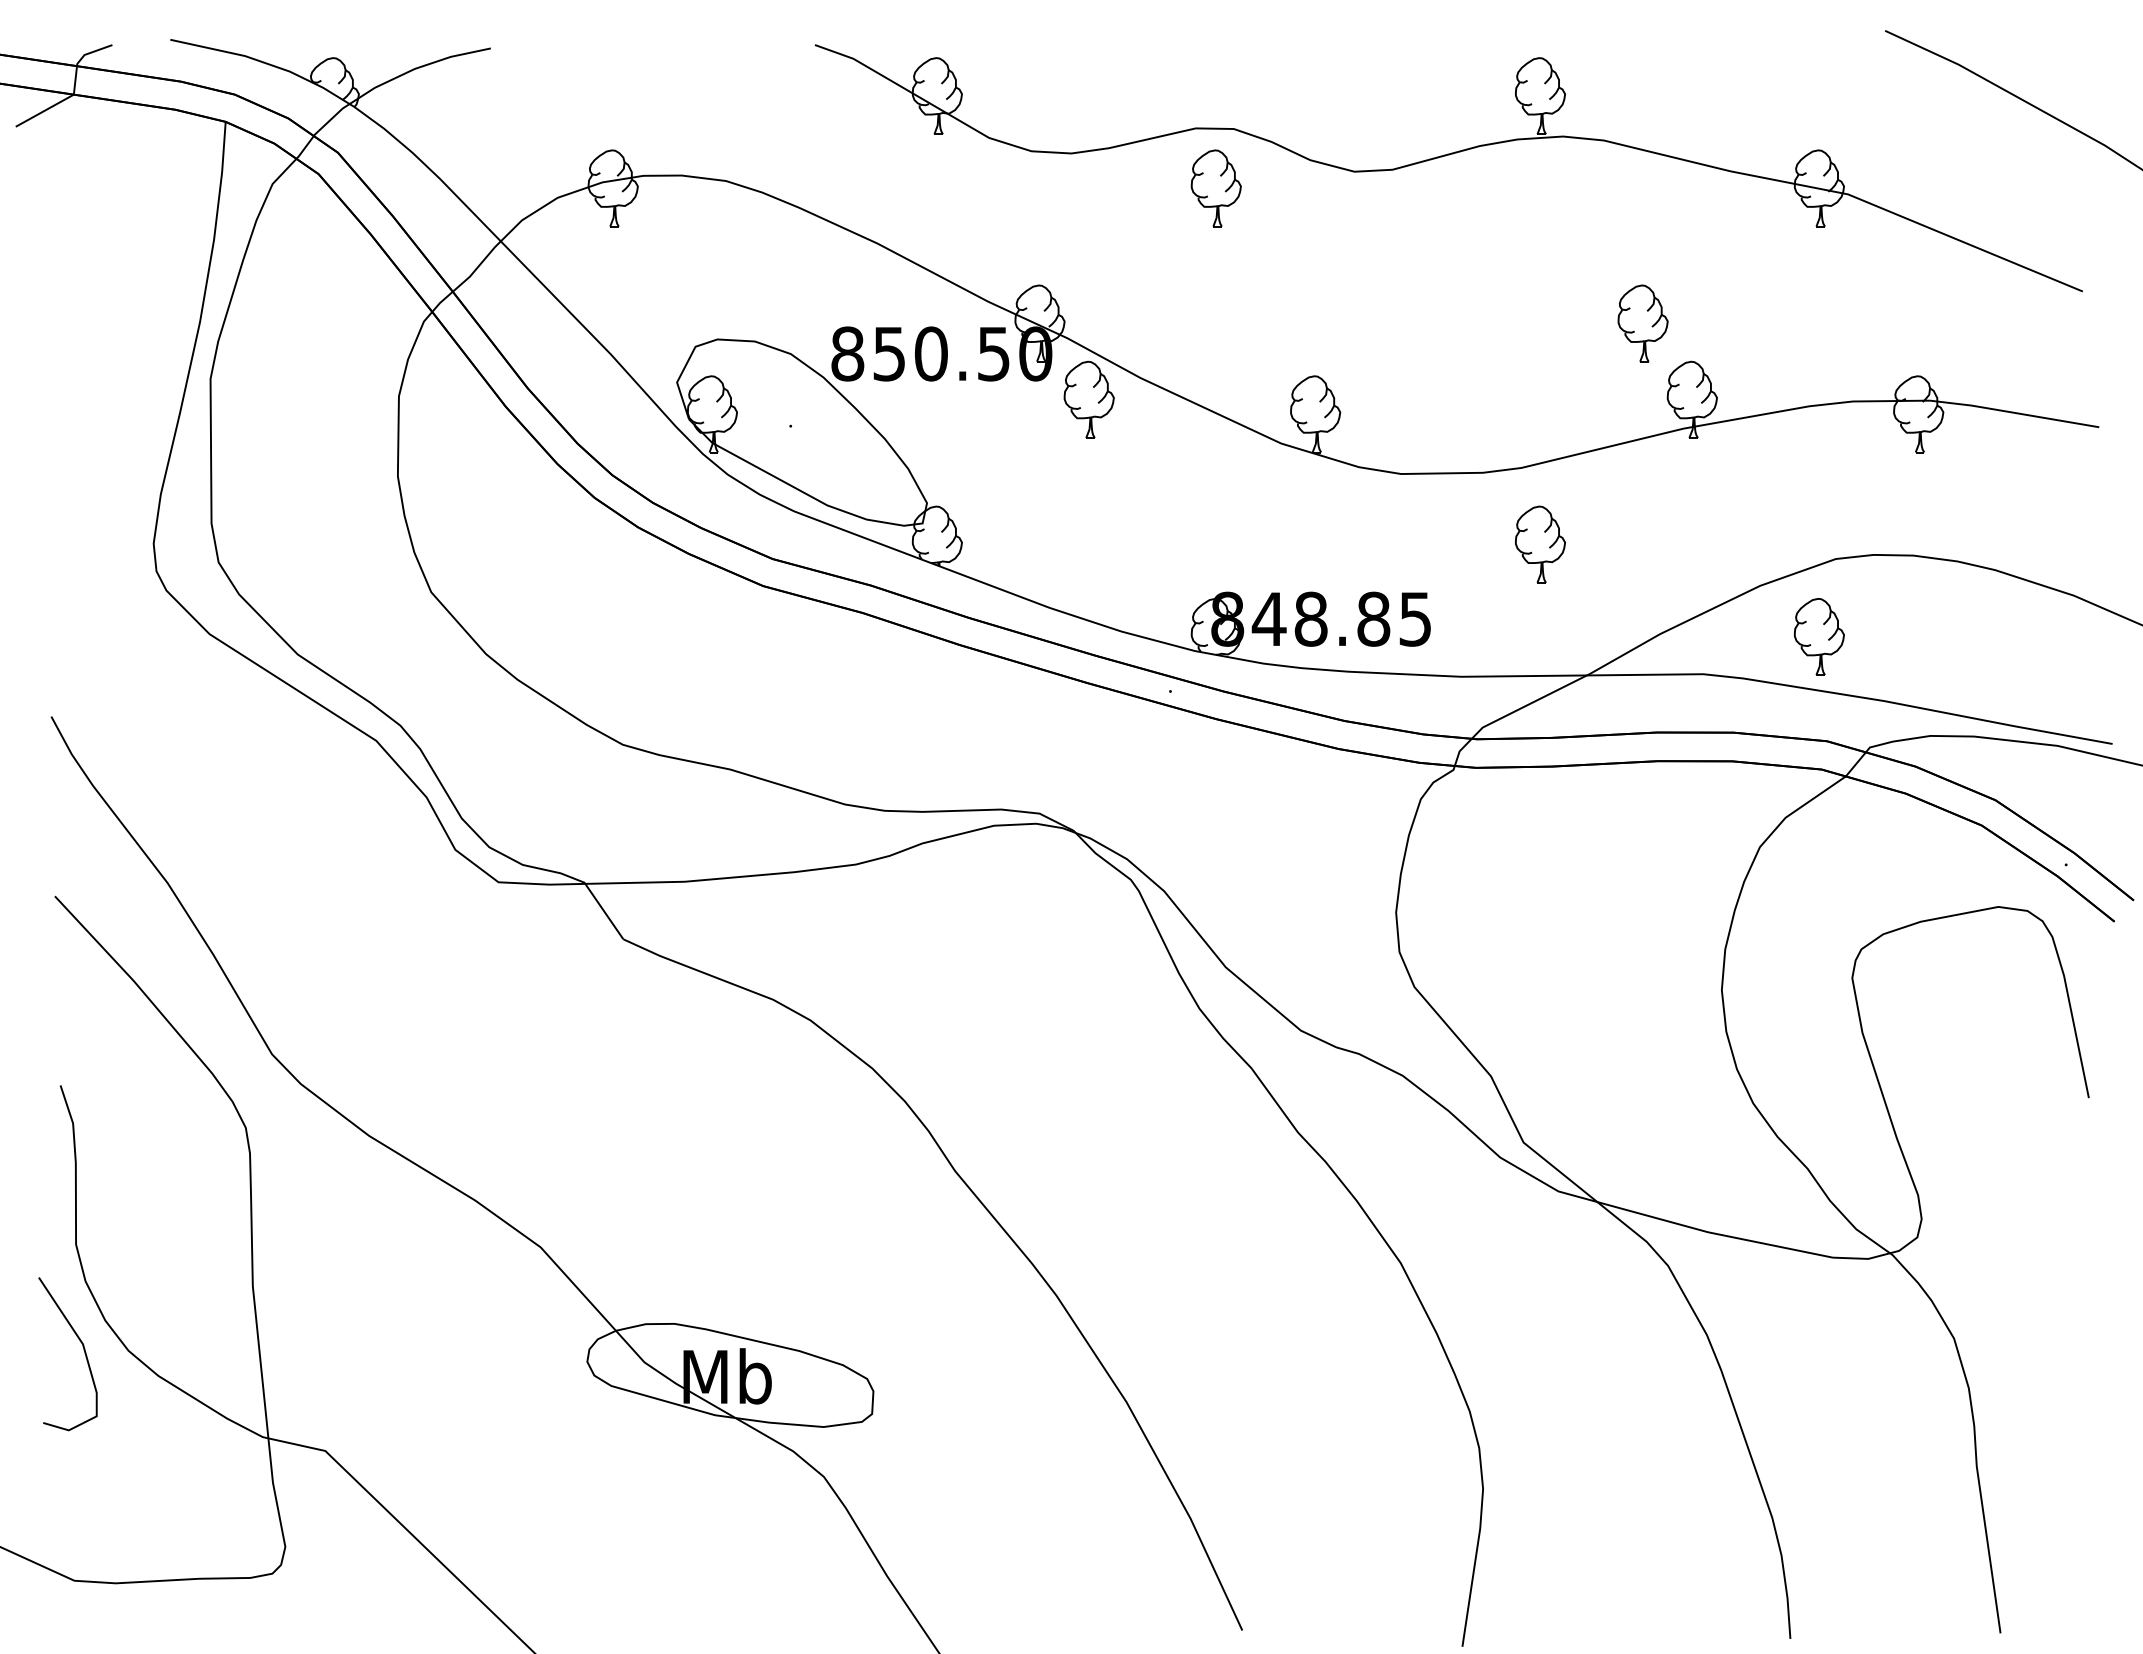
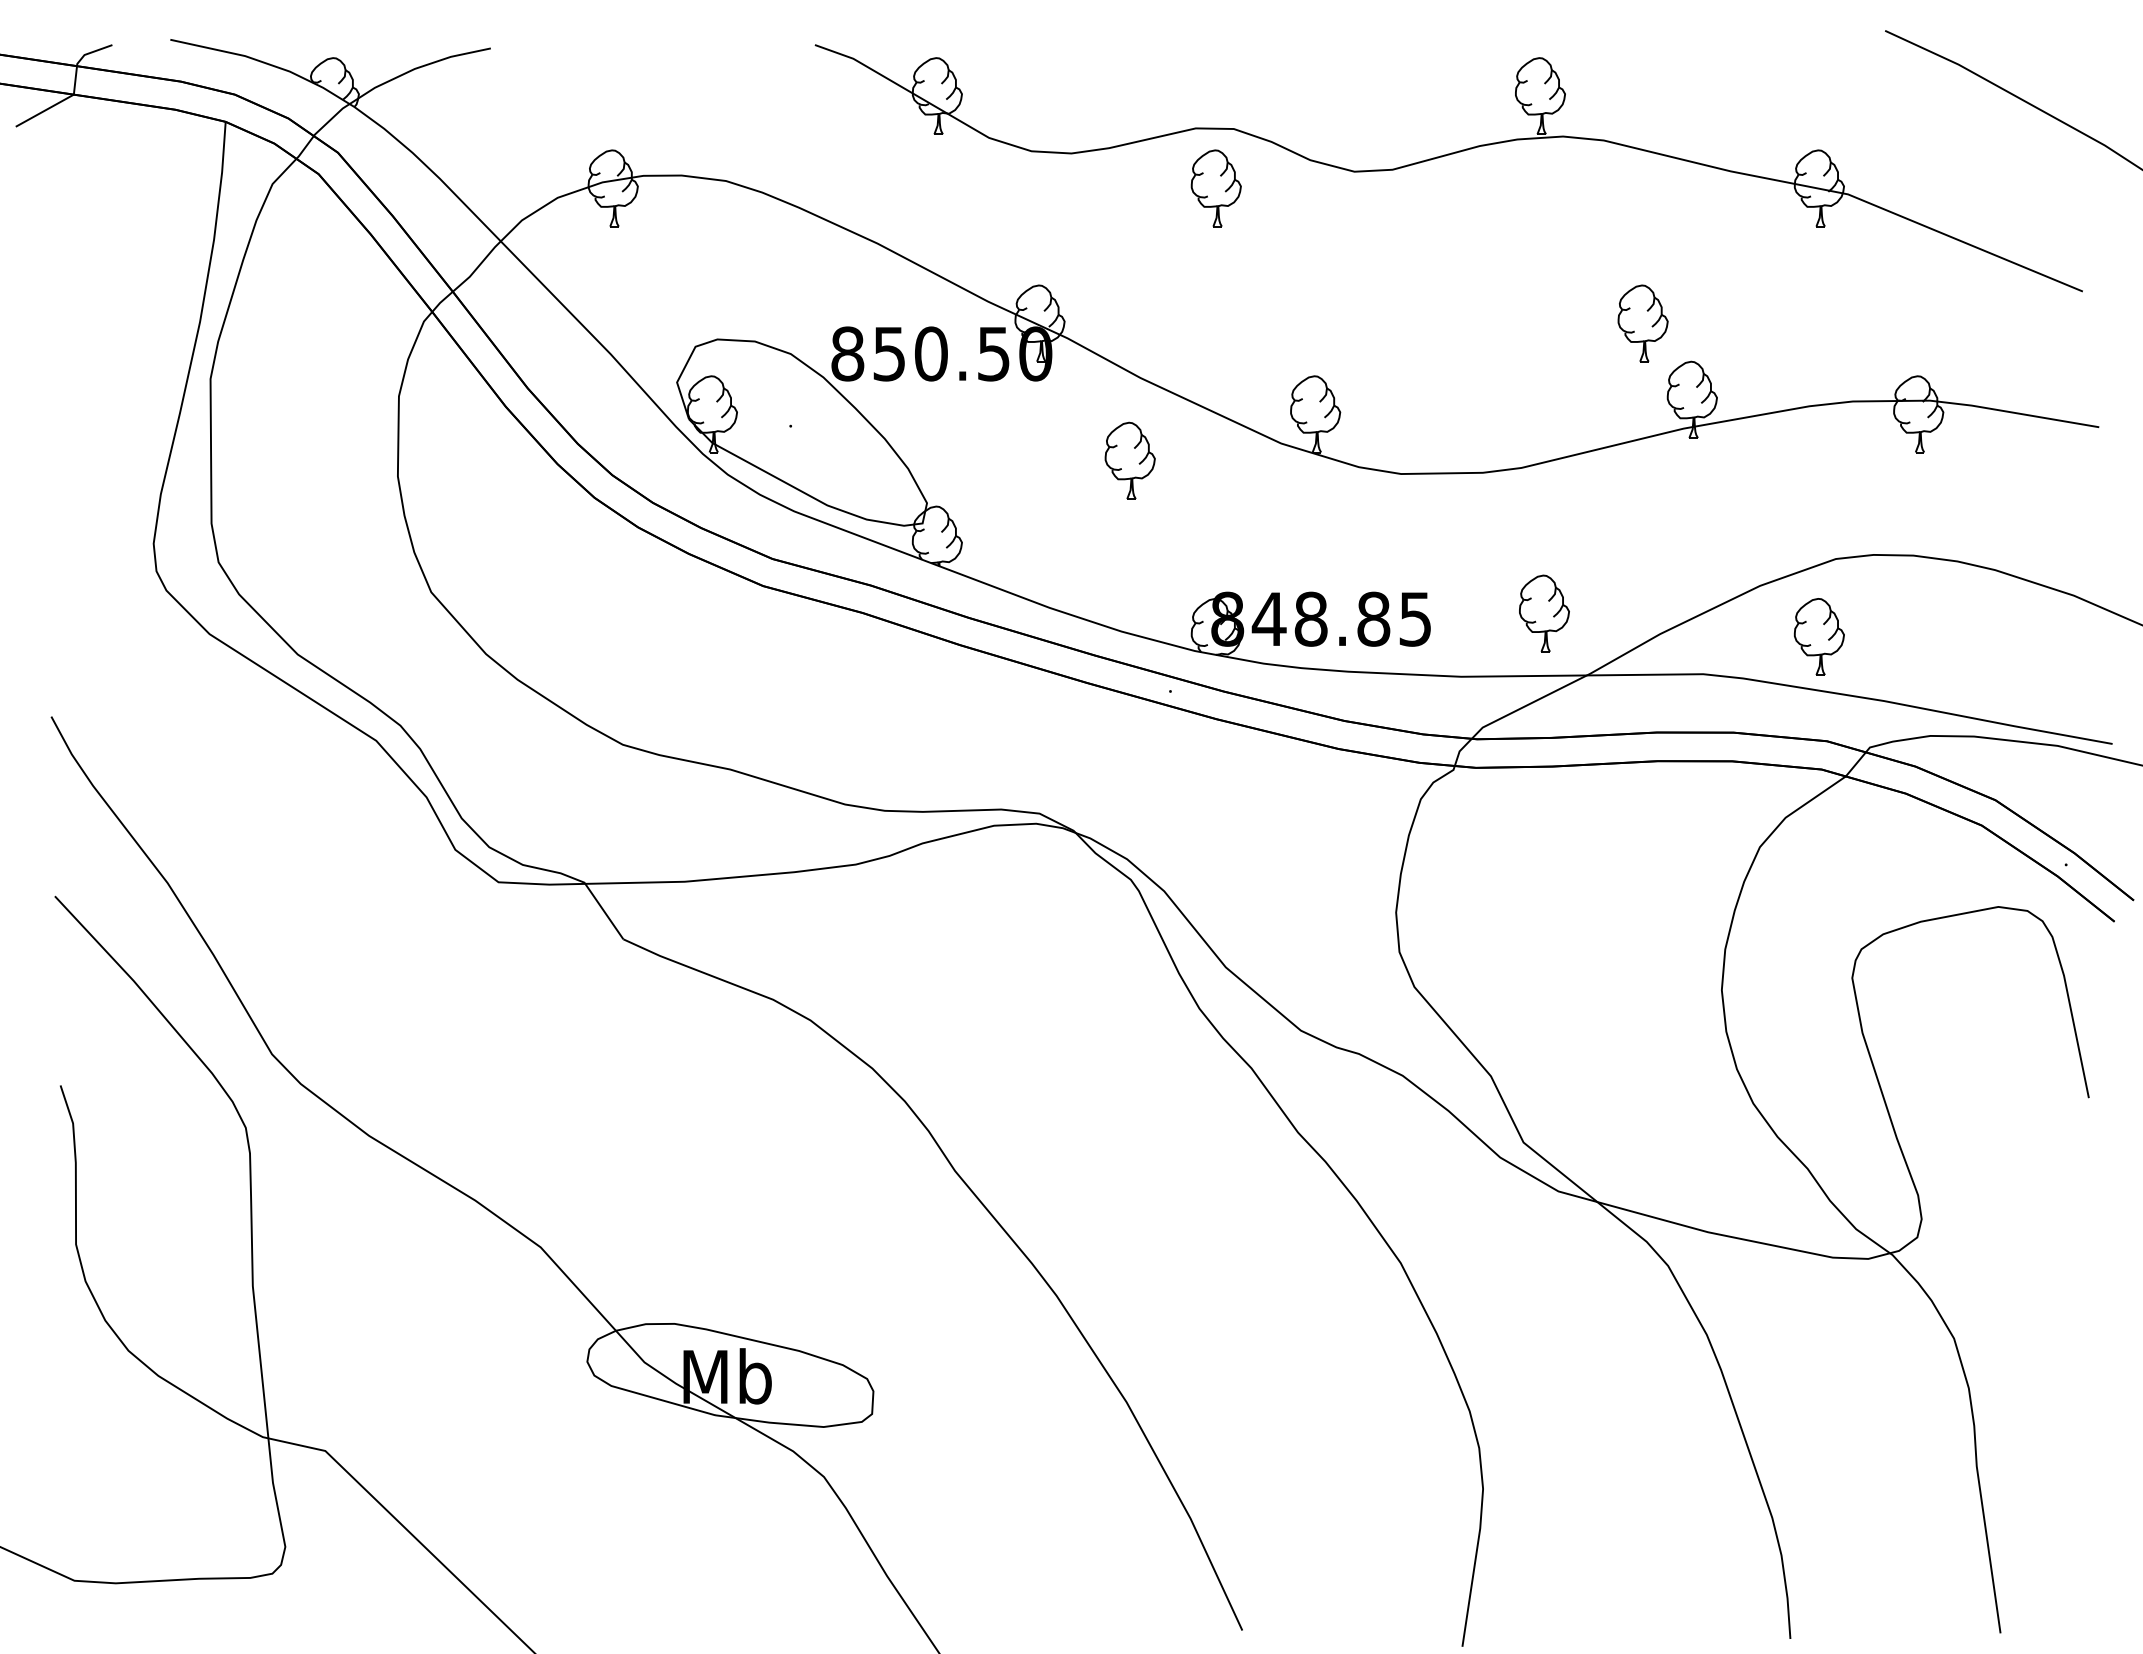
part at (1088, 399) position: (1088, 399) -> (1129, 460)
part at (1540, 544) position: (1540, 544) -> (1544, 613)
curve at (83, 1350): present -> none
